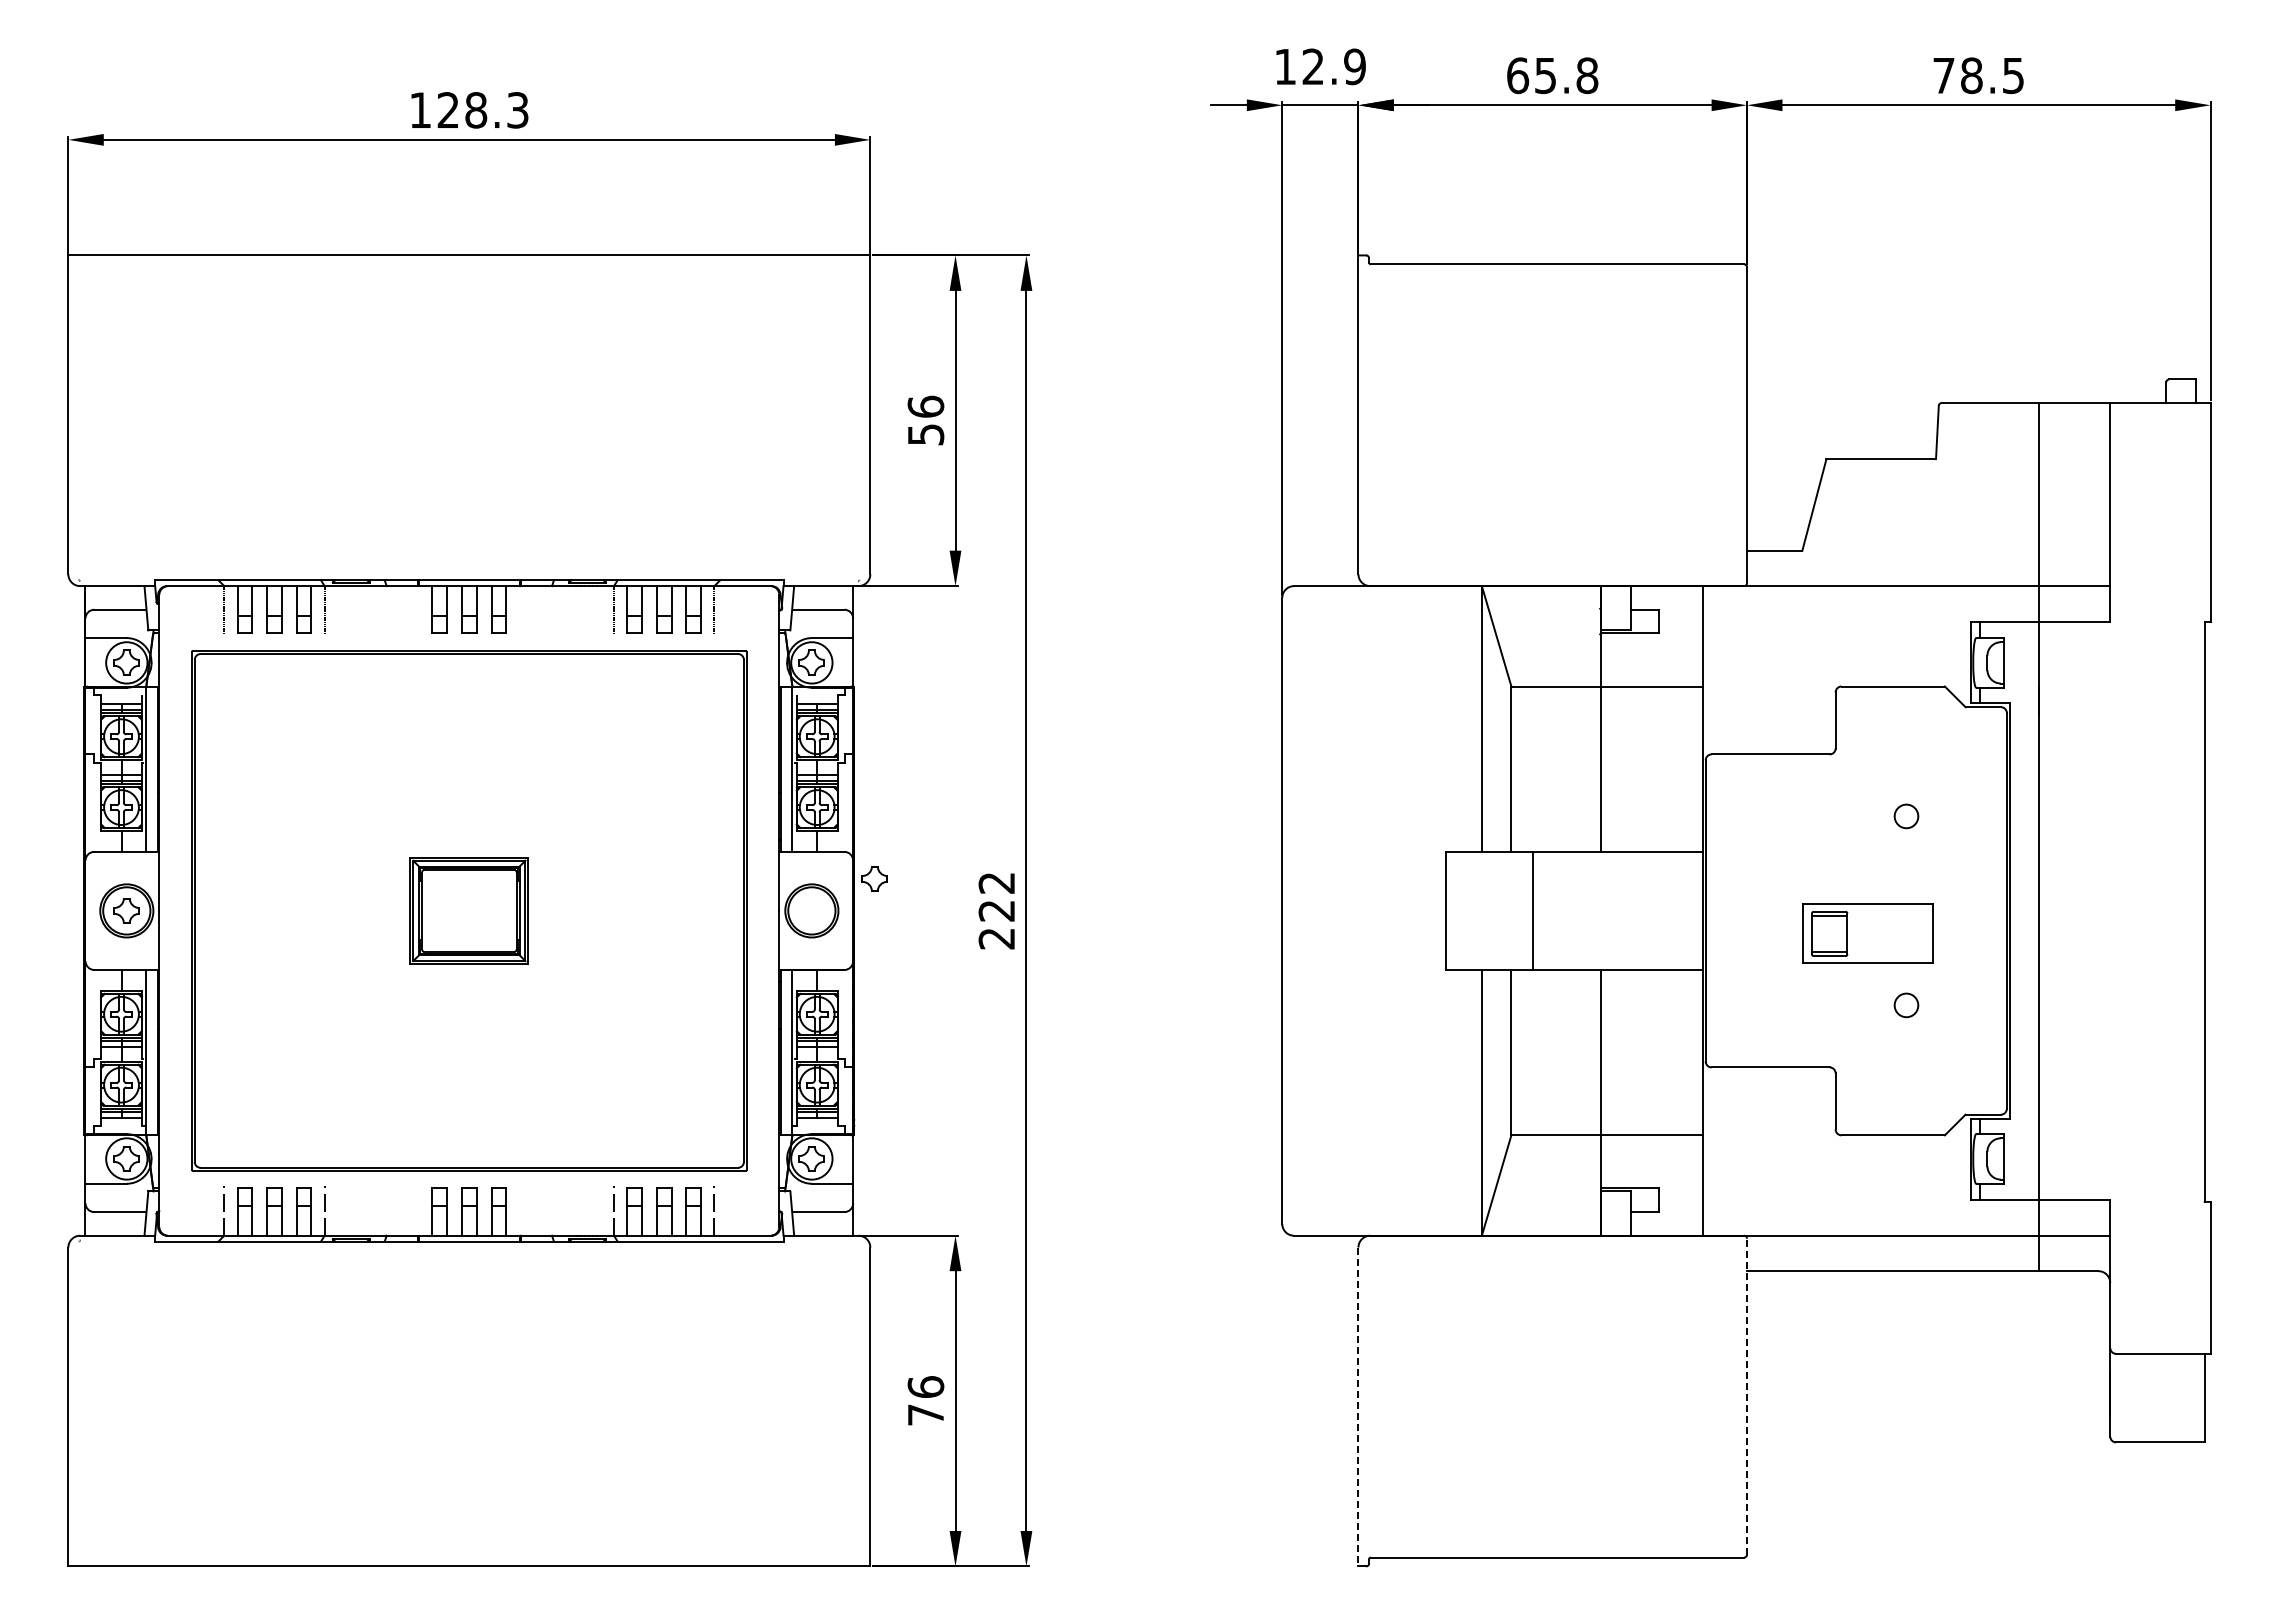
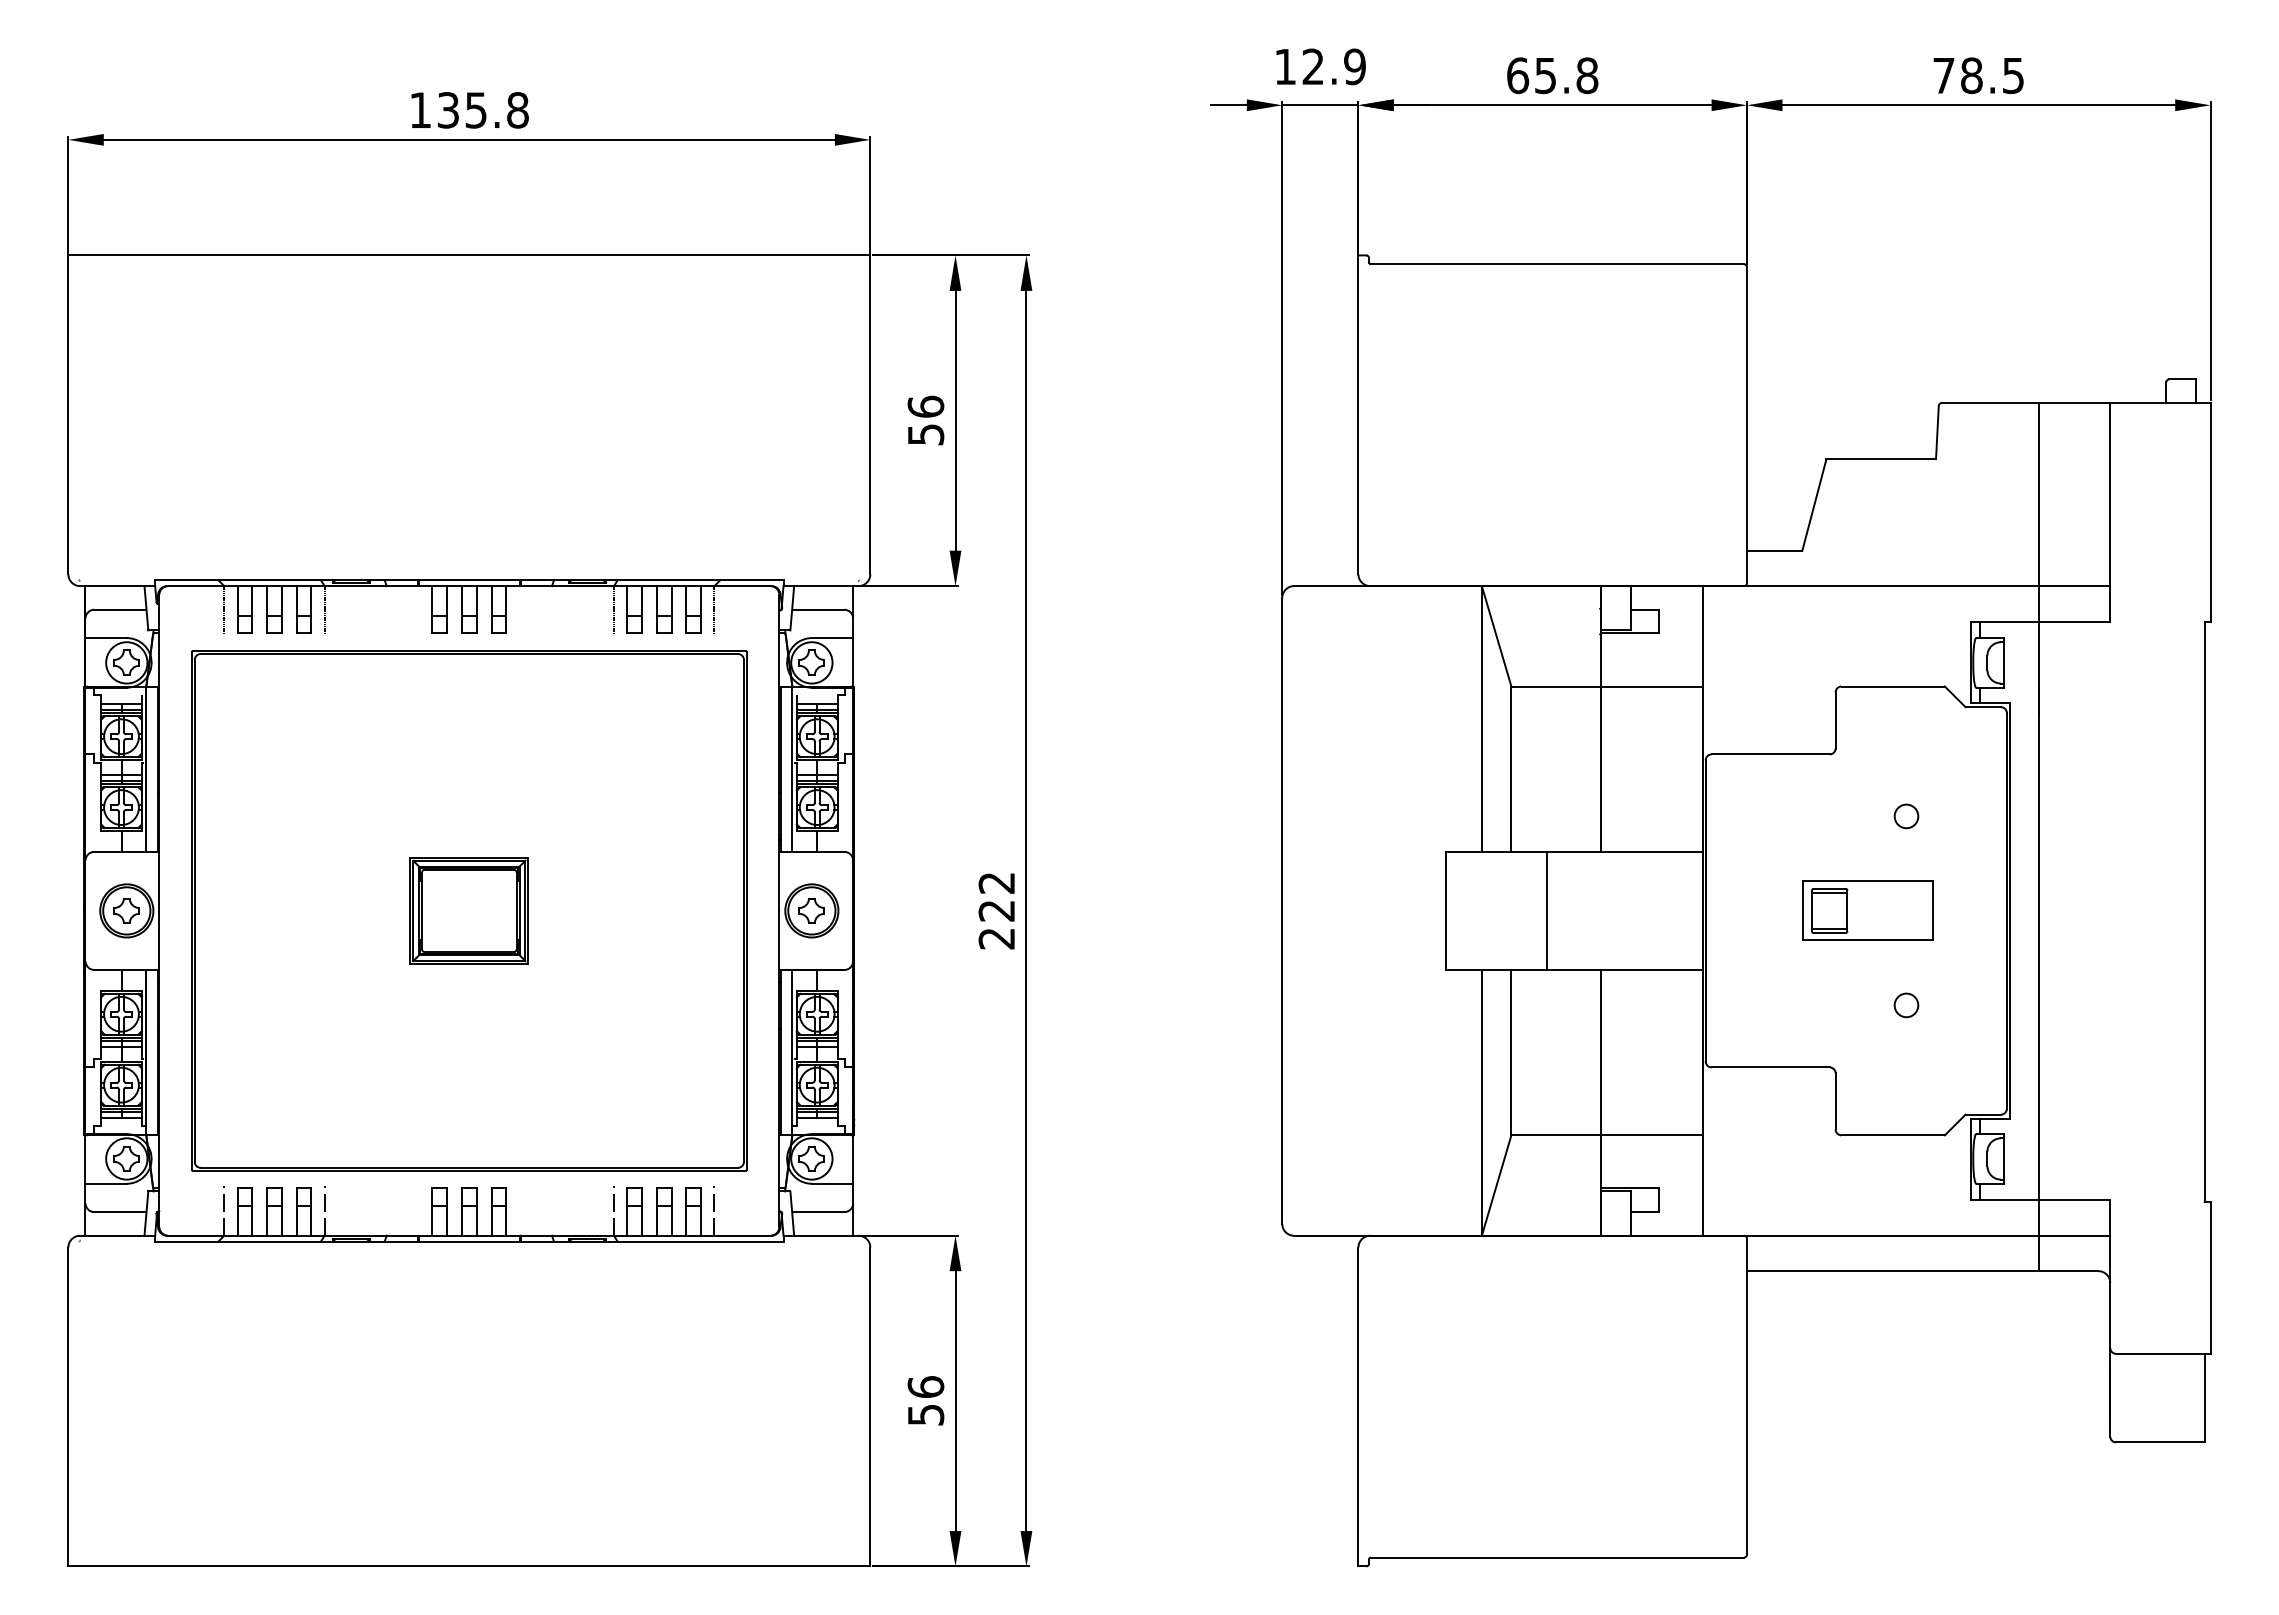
text at (482, 110): 128.3 -> 135.8
part at (874, 878) position: (874, 878) -> (811, 910)
line at (1532, 910) position: (1532, 910) -> (1546, 910)
part at (1867, 933) position: (1867, 933) -> (1867, 910)
line at (1747, 1396): dashed -> solid
line at (1358, 1407): dashed -> solid
text at (926, 1414): 76 -> 56
